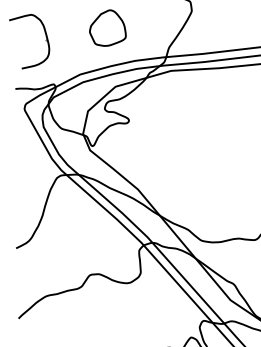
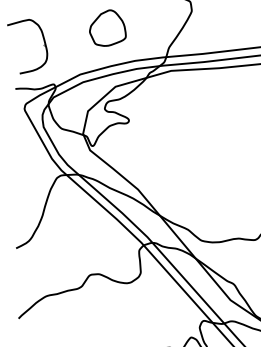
part at (45, 40) position: (45, 40) -> (43, 45)
